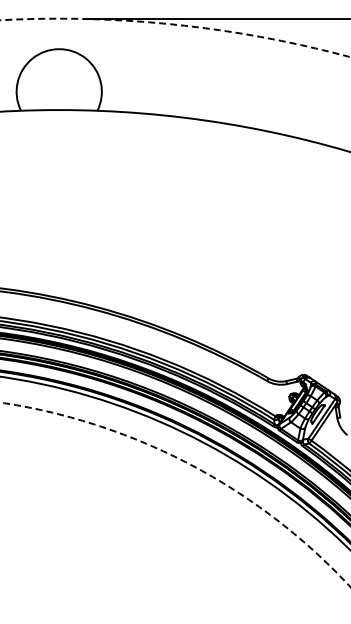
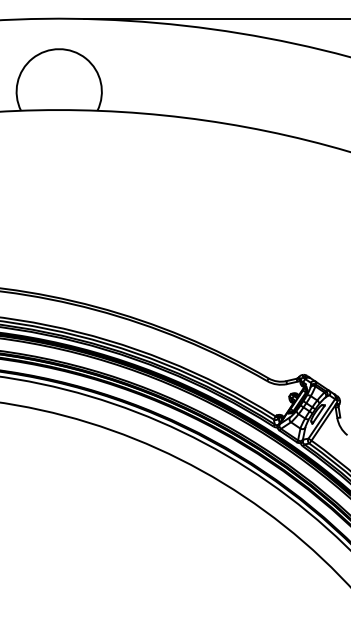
arc at (177, 25): dashed -> solid
arc at (192, 465): dashed -> solid
